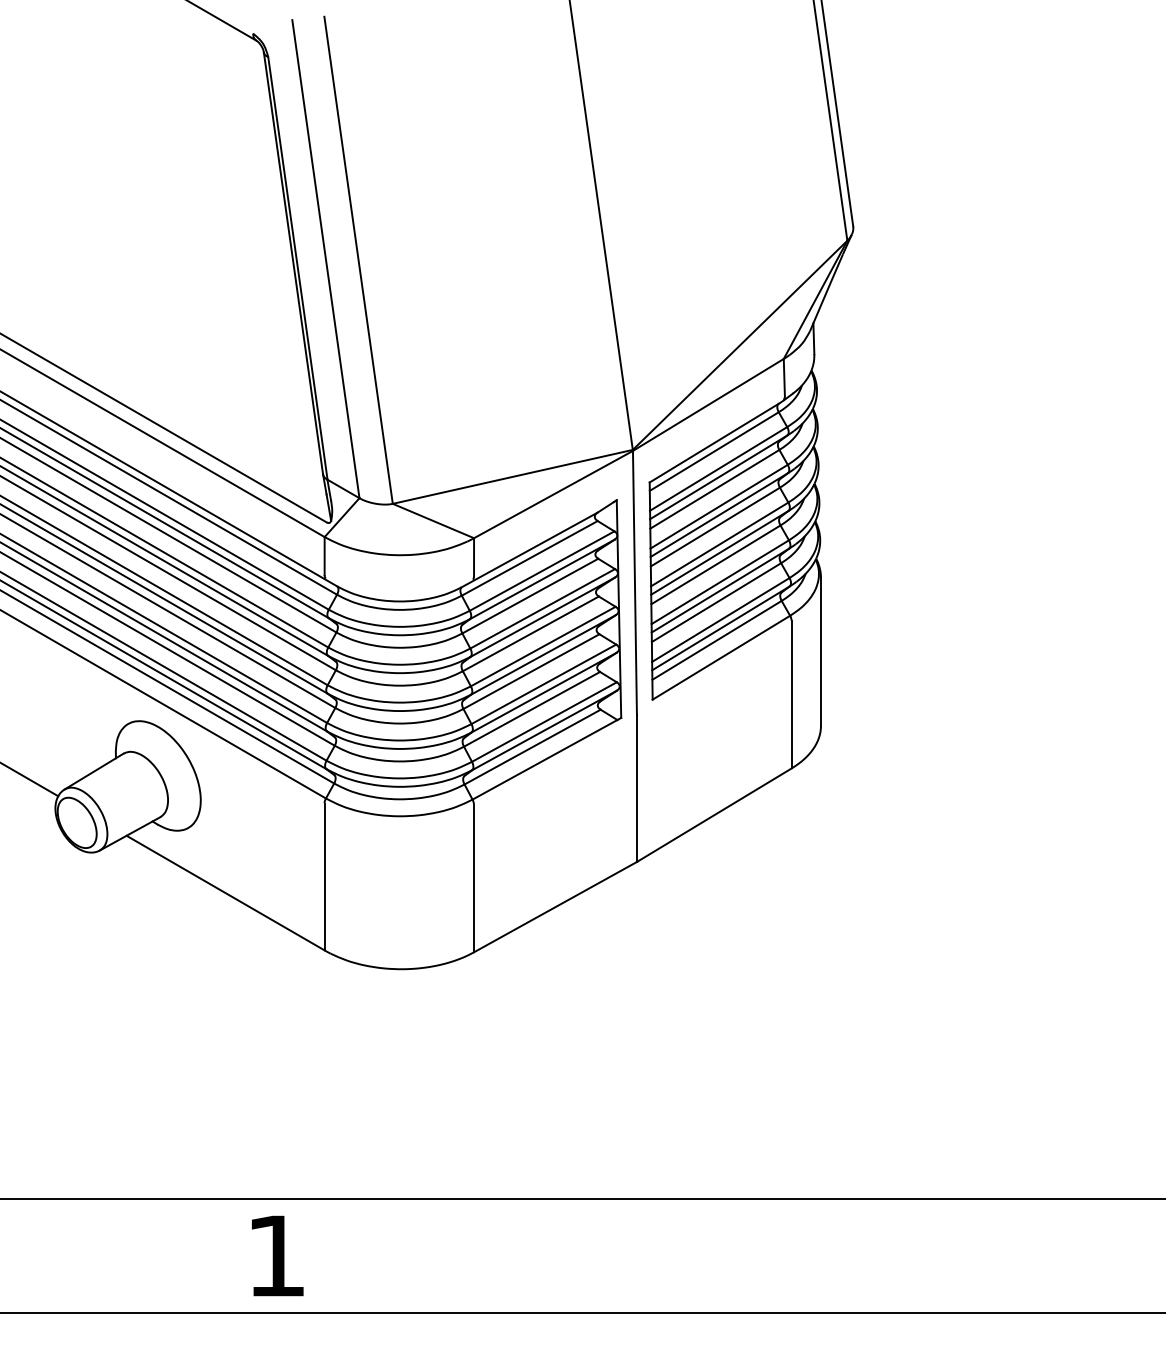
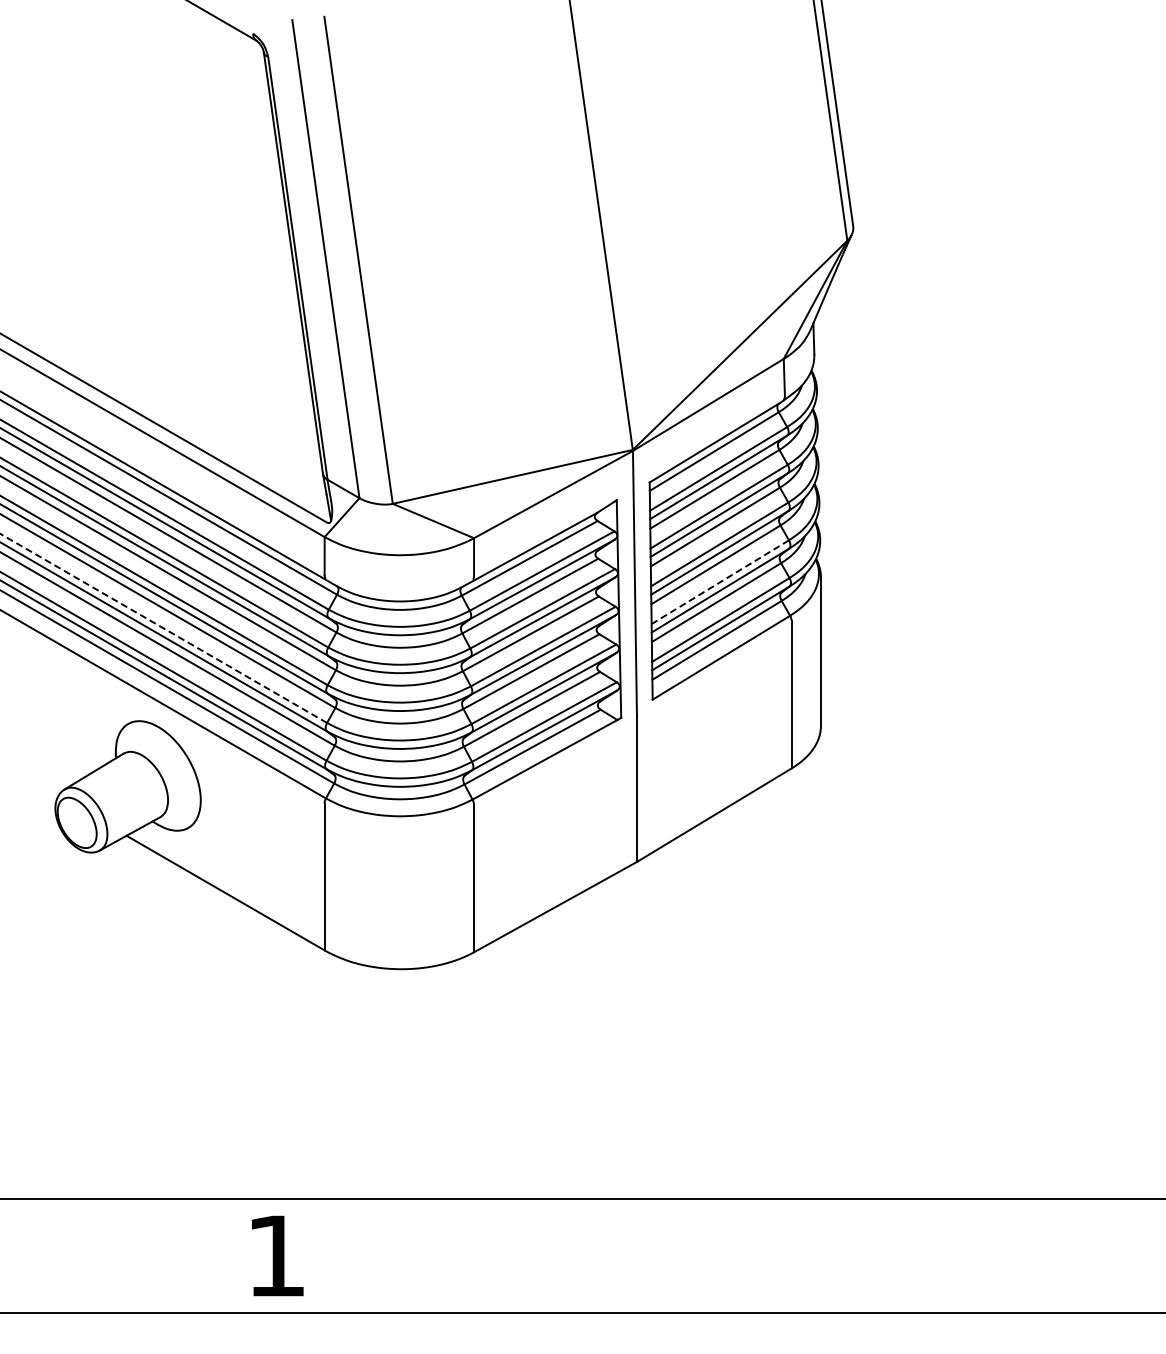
line at (719, 582): solid -> dashed
line at (163, 628): solid -> dashed
line at (30, 780): present -> none
